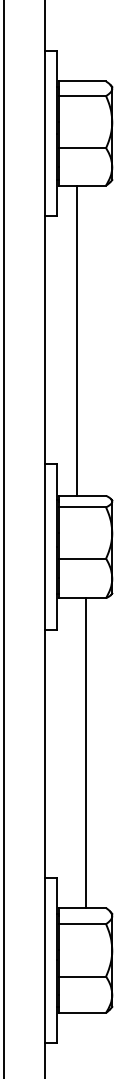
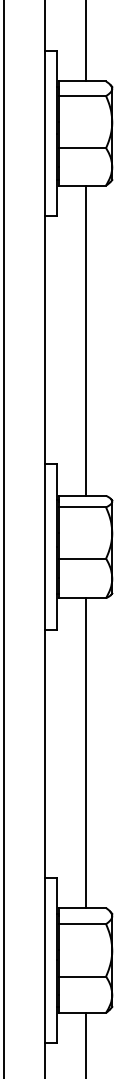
line at (86, 41): none -> present
line at (77, 340) position: (77, 340) -> (86, 340)
line at (86, 1043): none -> present
